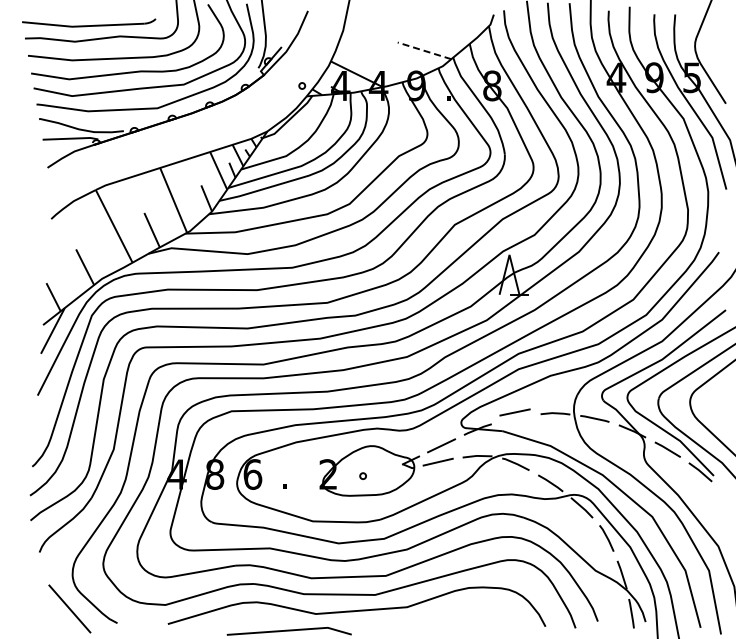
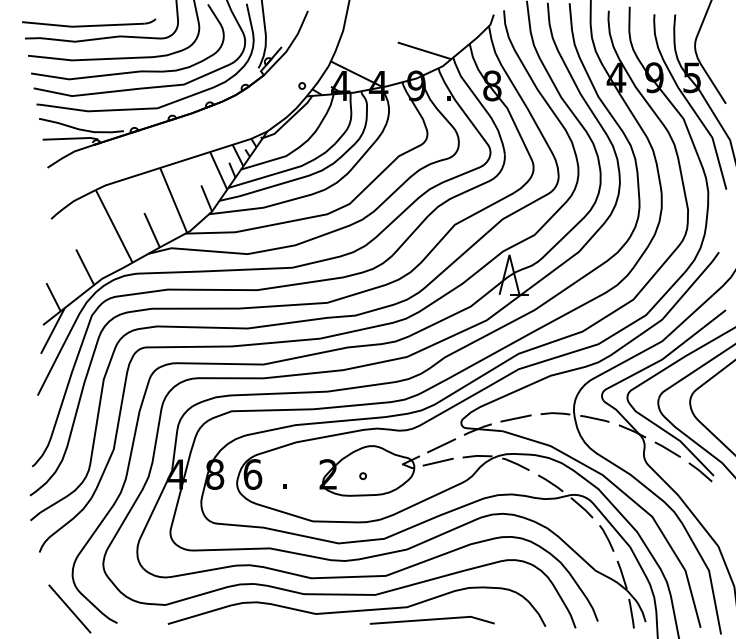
line at (424, 50): dashed -> solid
line at (514, 412) position: (514, 412) -> (515, 418)
line at (288, 630) position: (288, 630) -> (431, 619)
